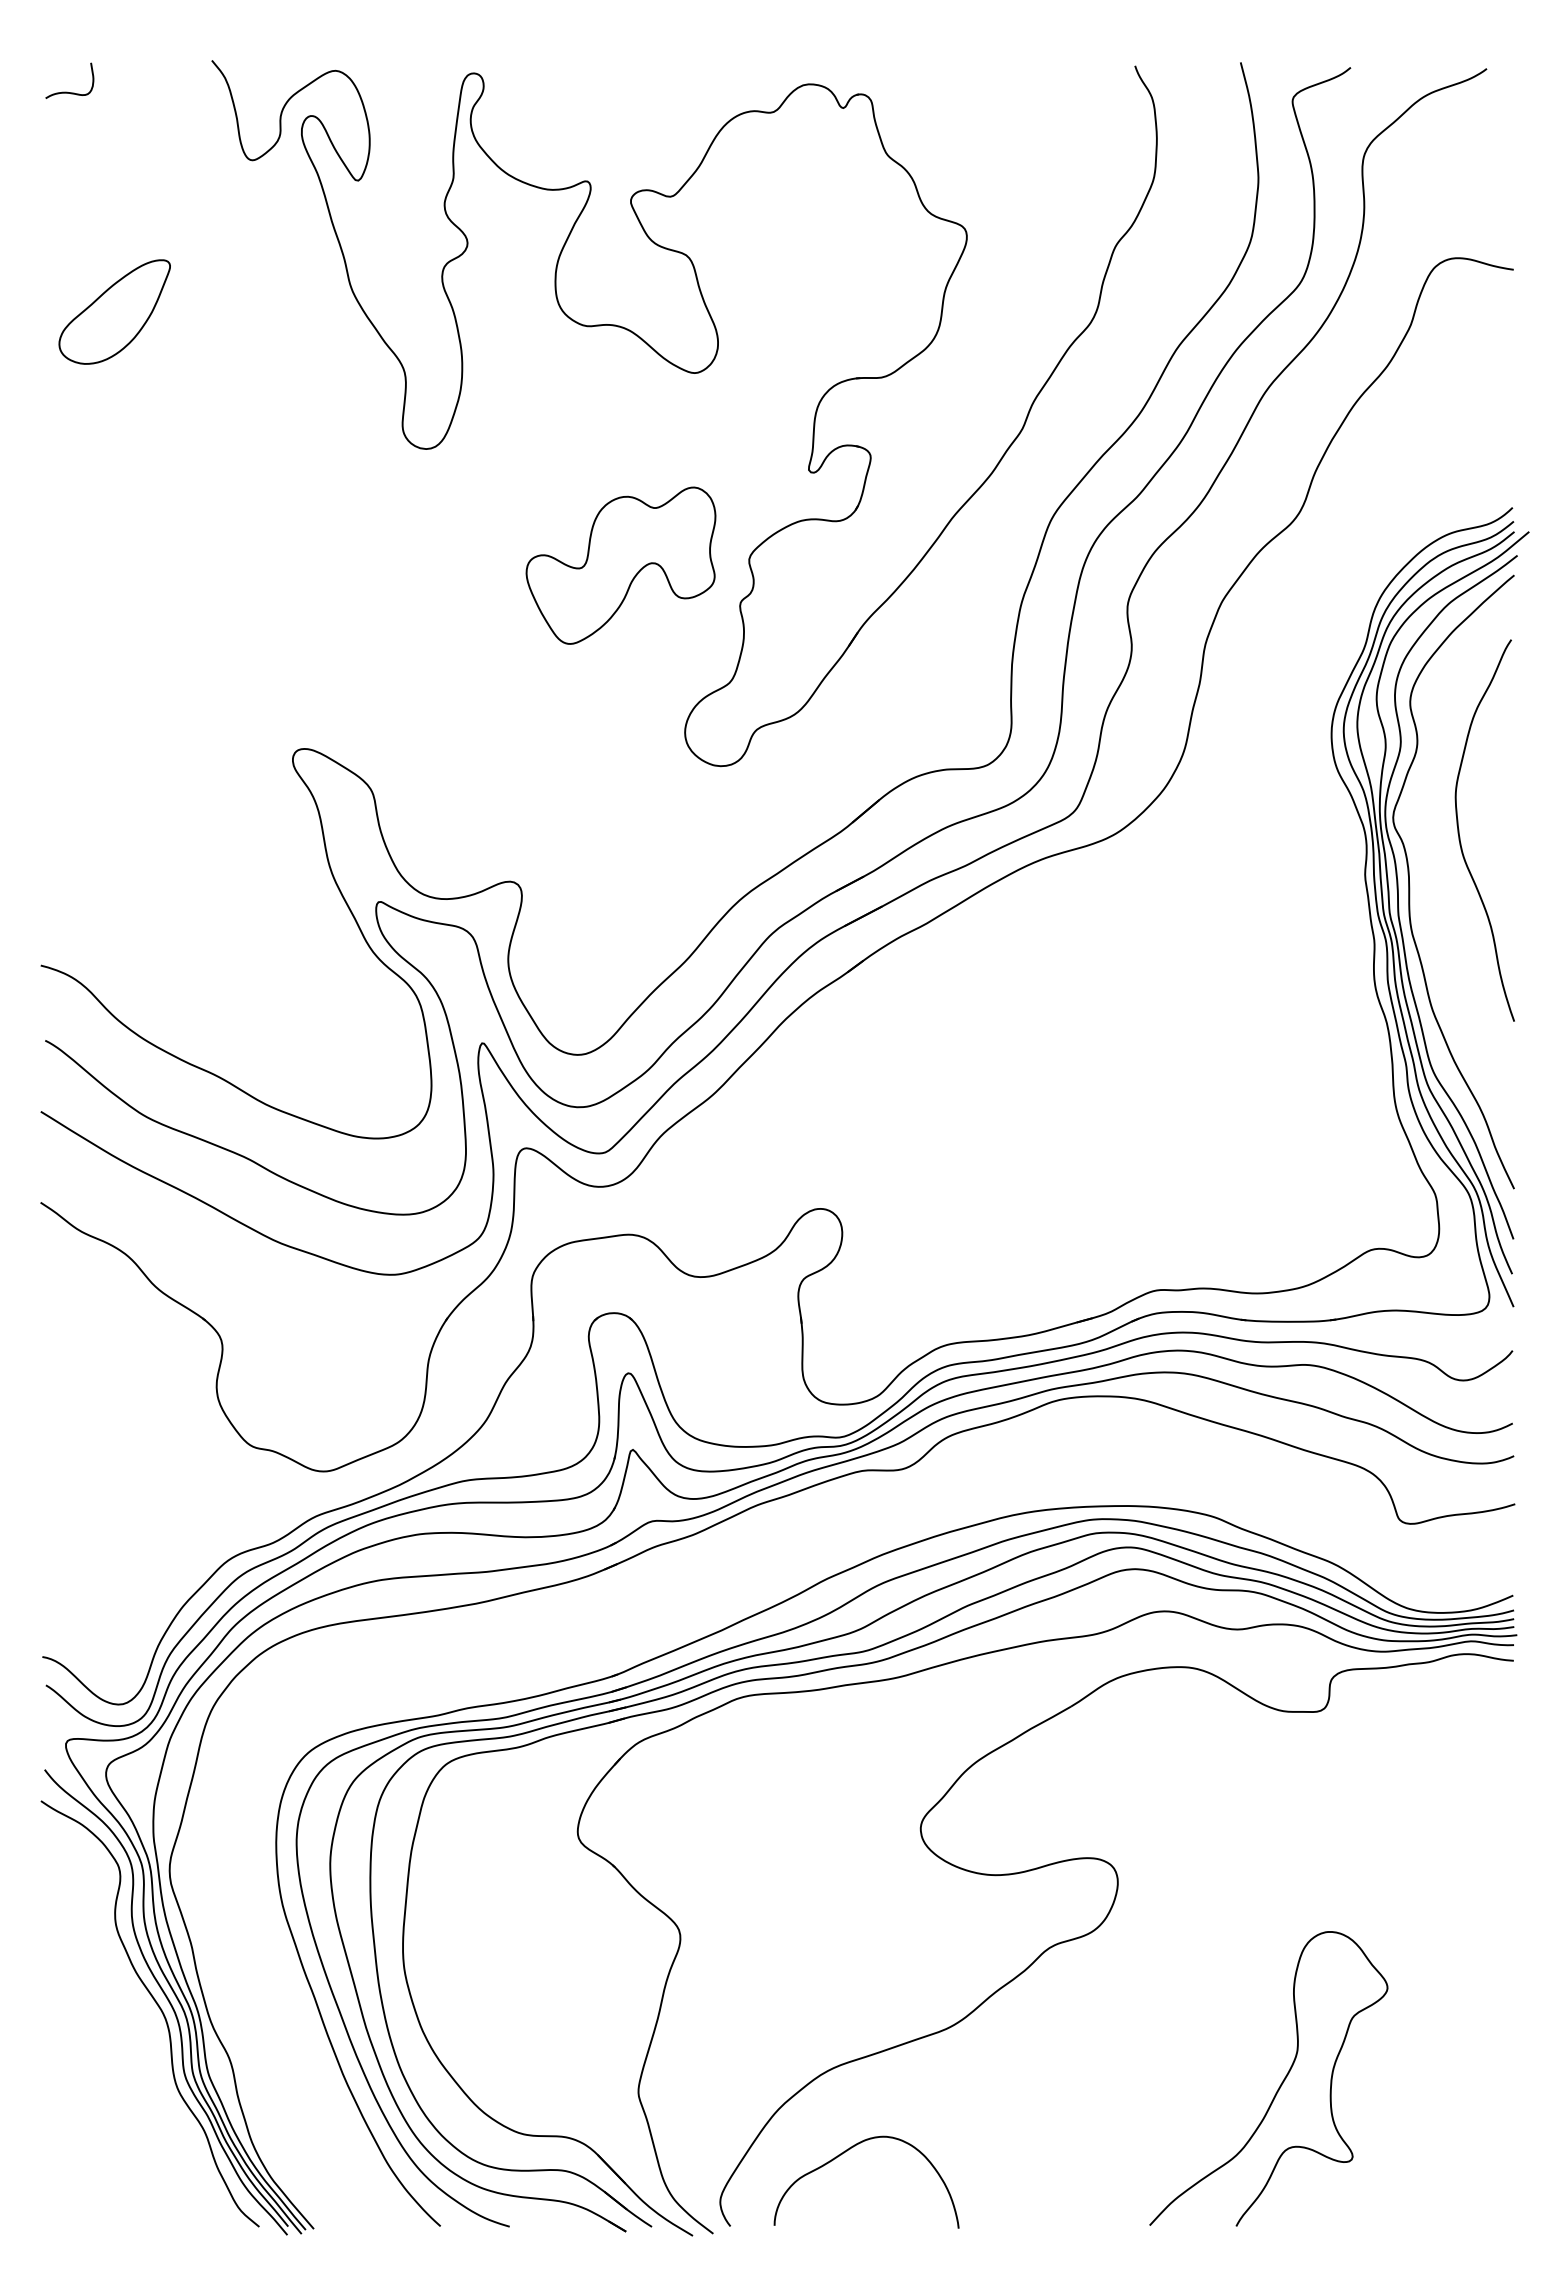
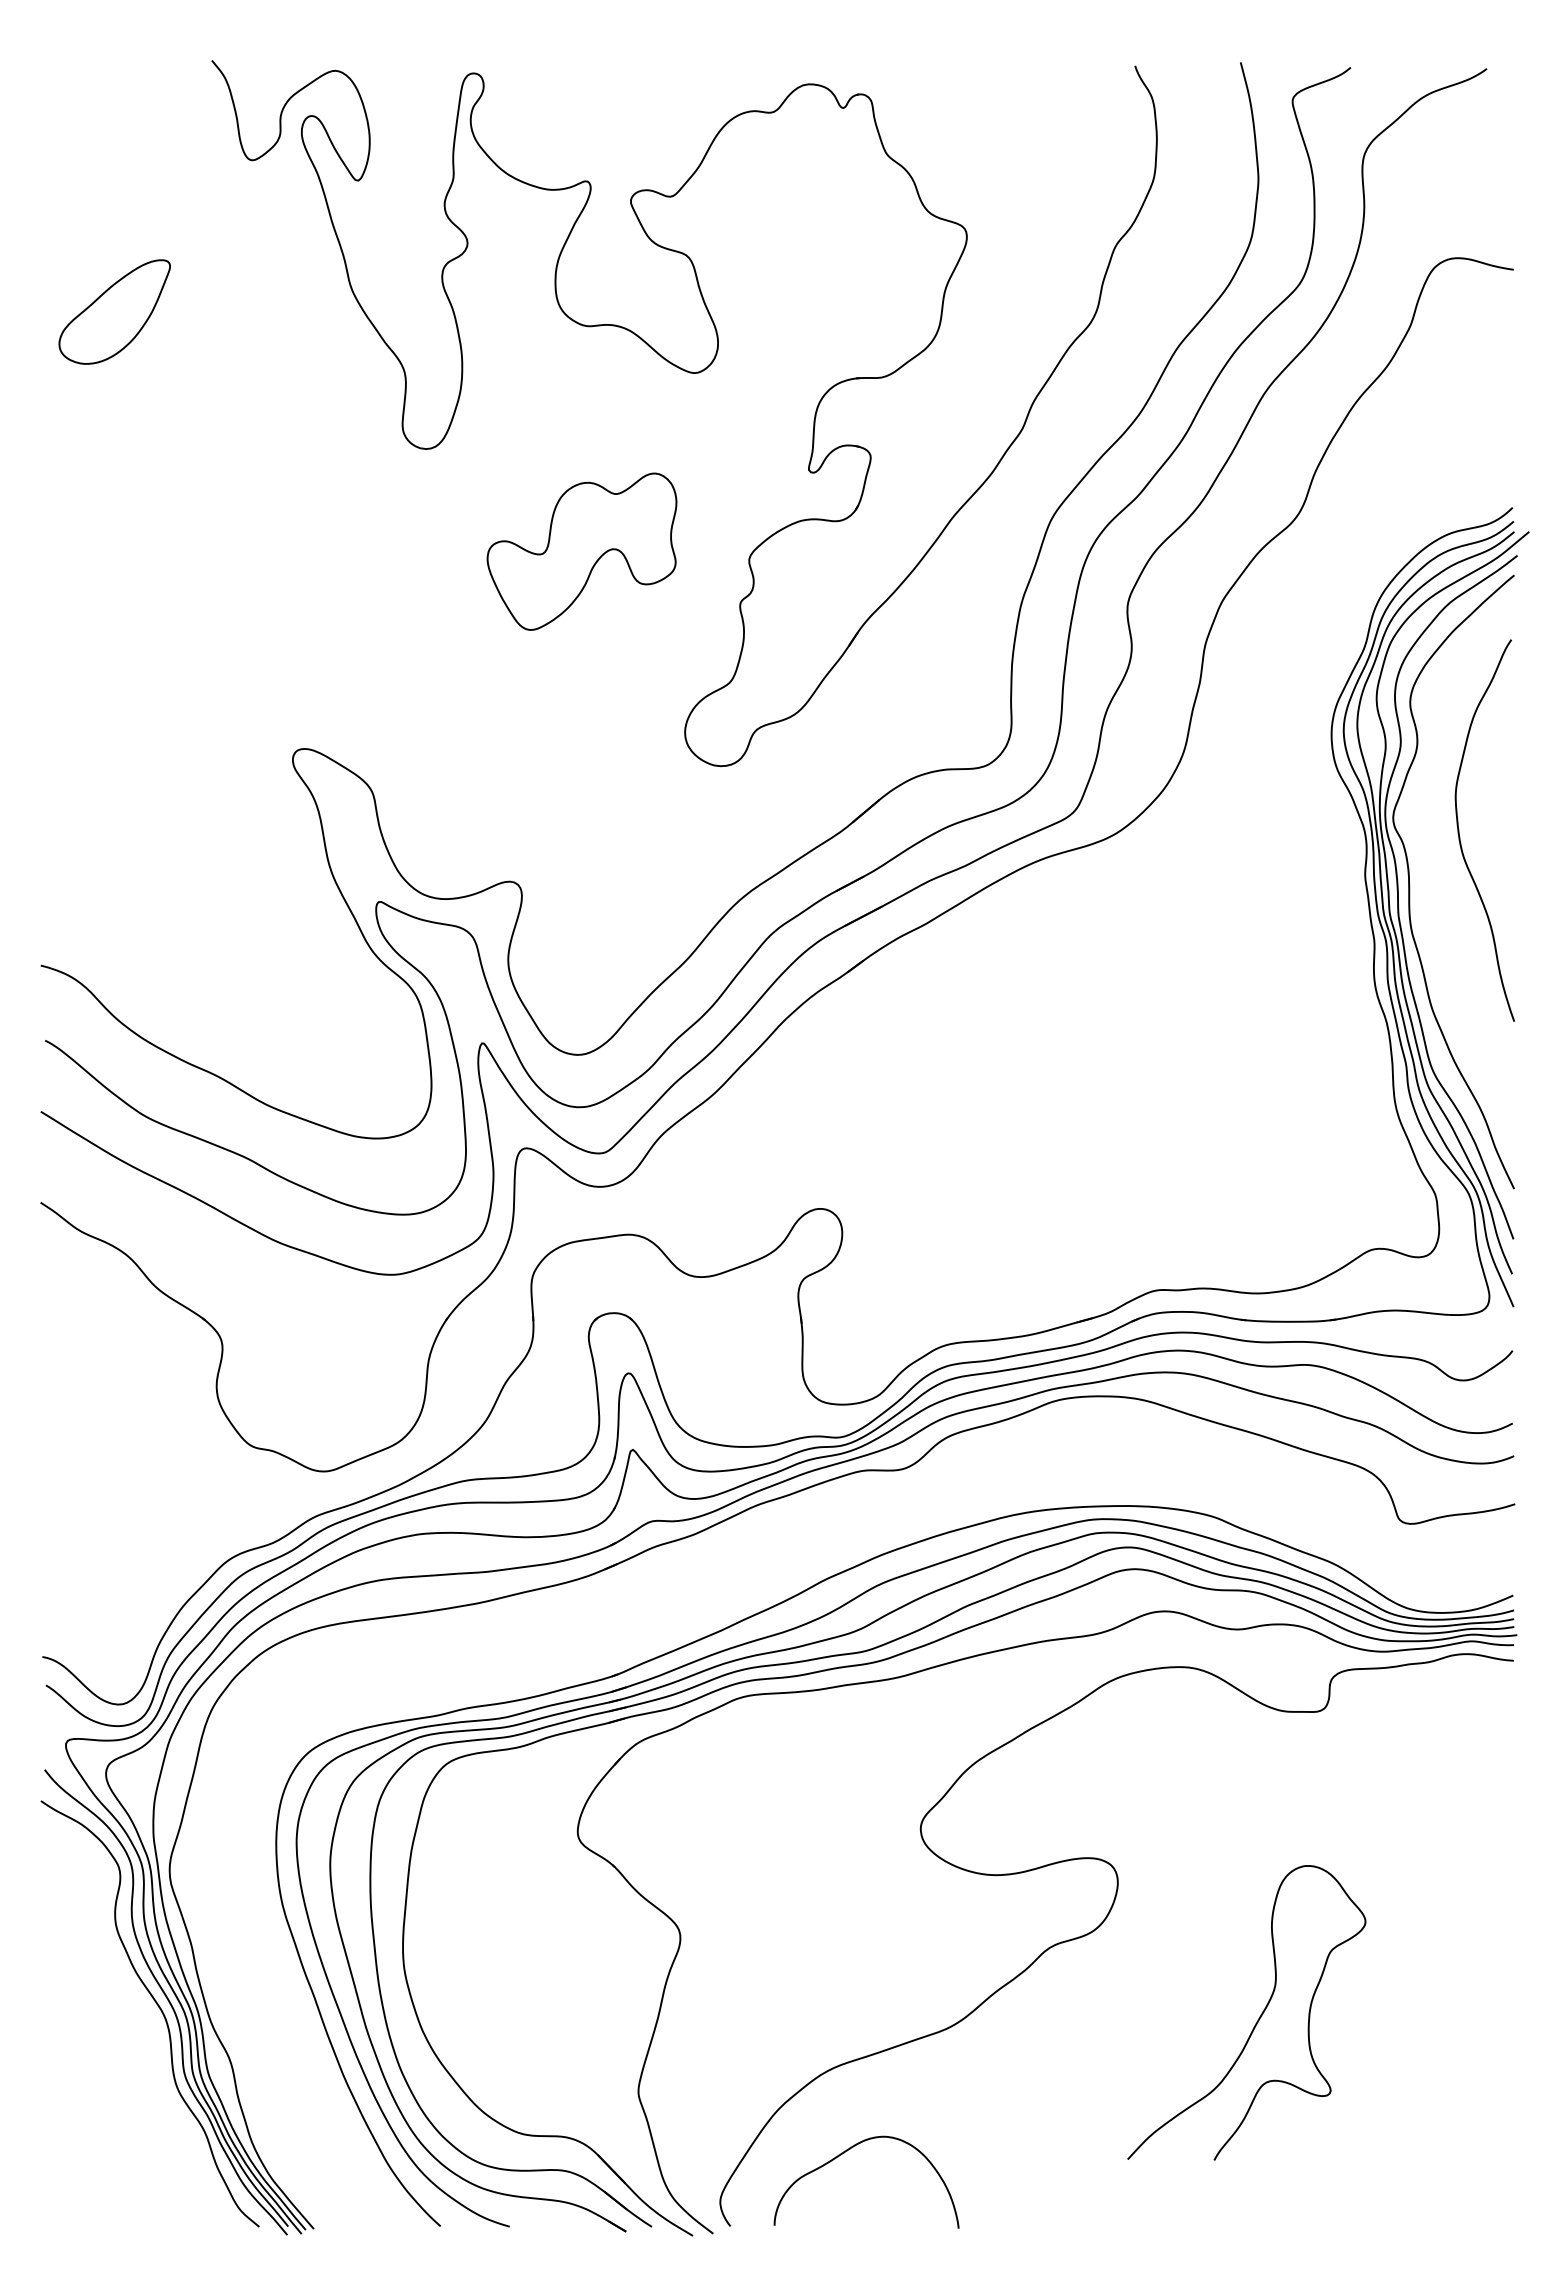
curve at (67, 91): present -> none
part at (620, 565) position: (620, 565) -> (581, 551)
curve at (1280, 2084) position: (1280, 2084) -> (1258, 2018)
